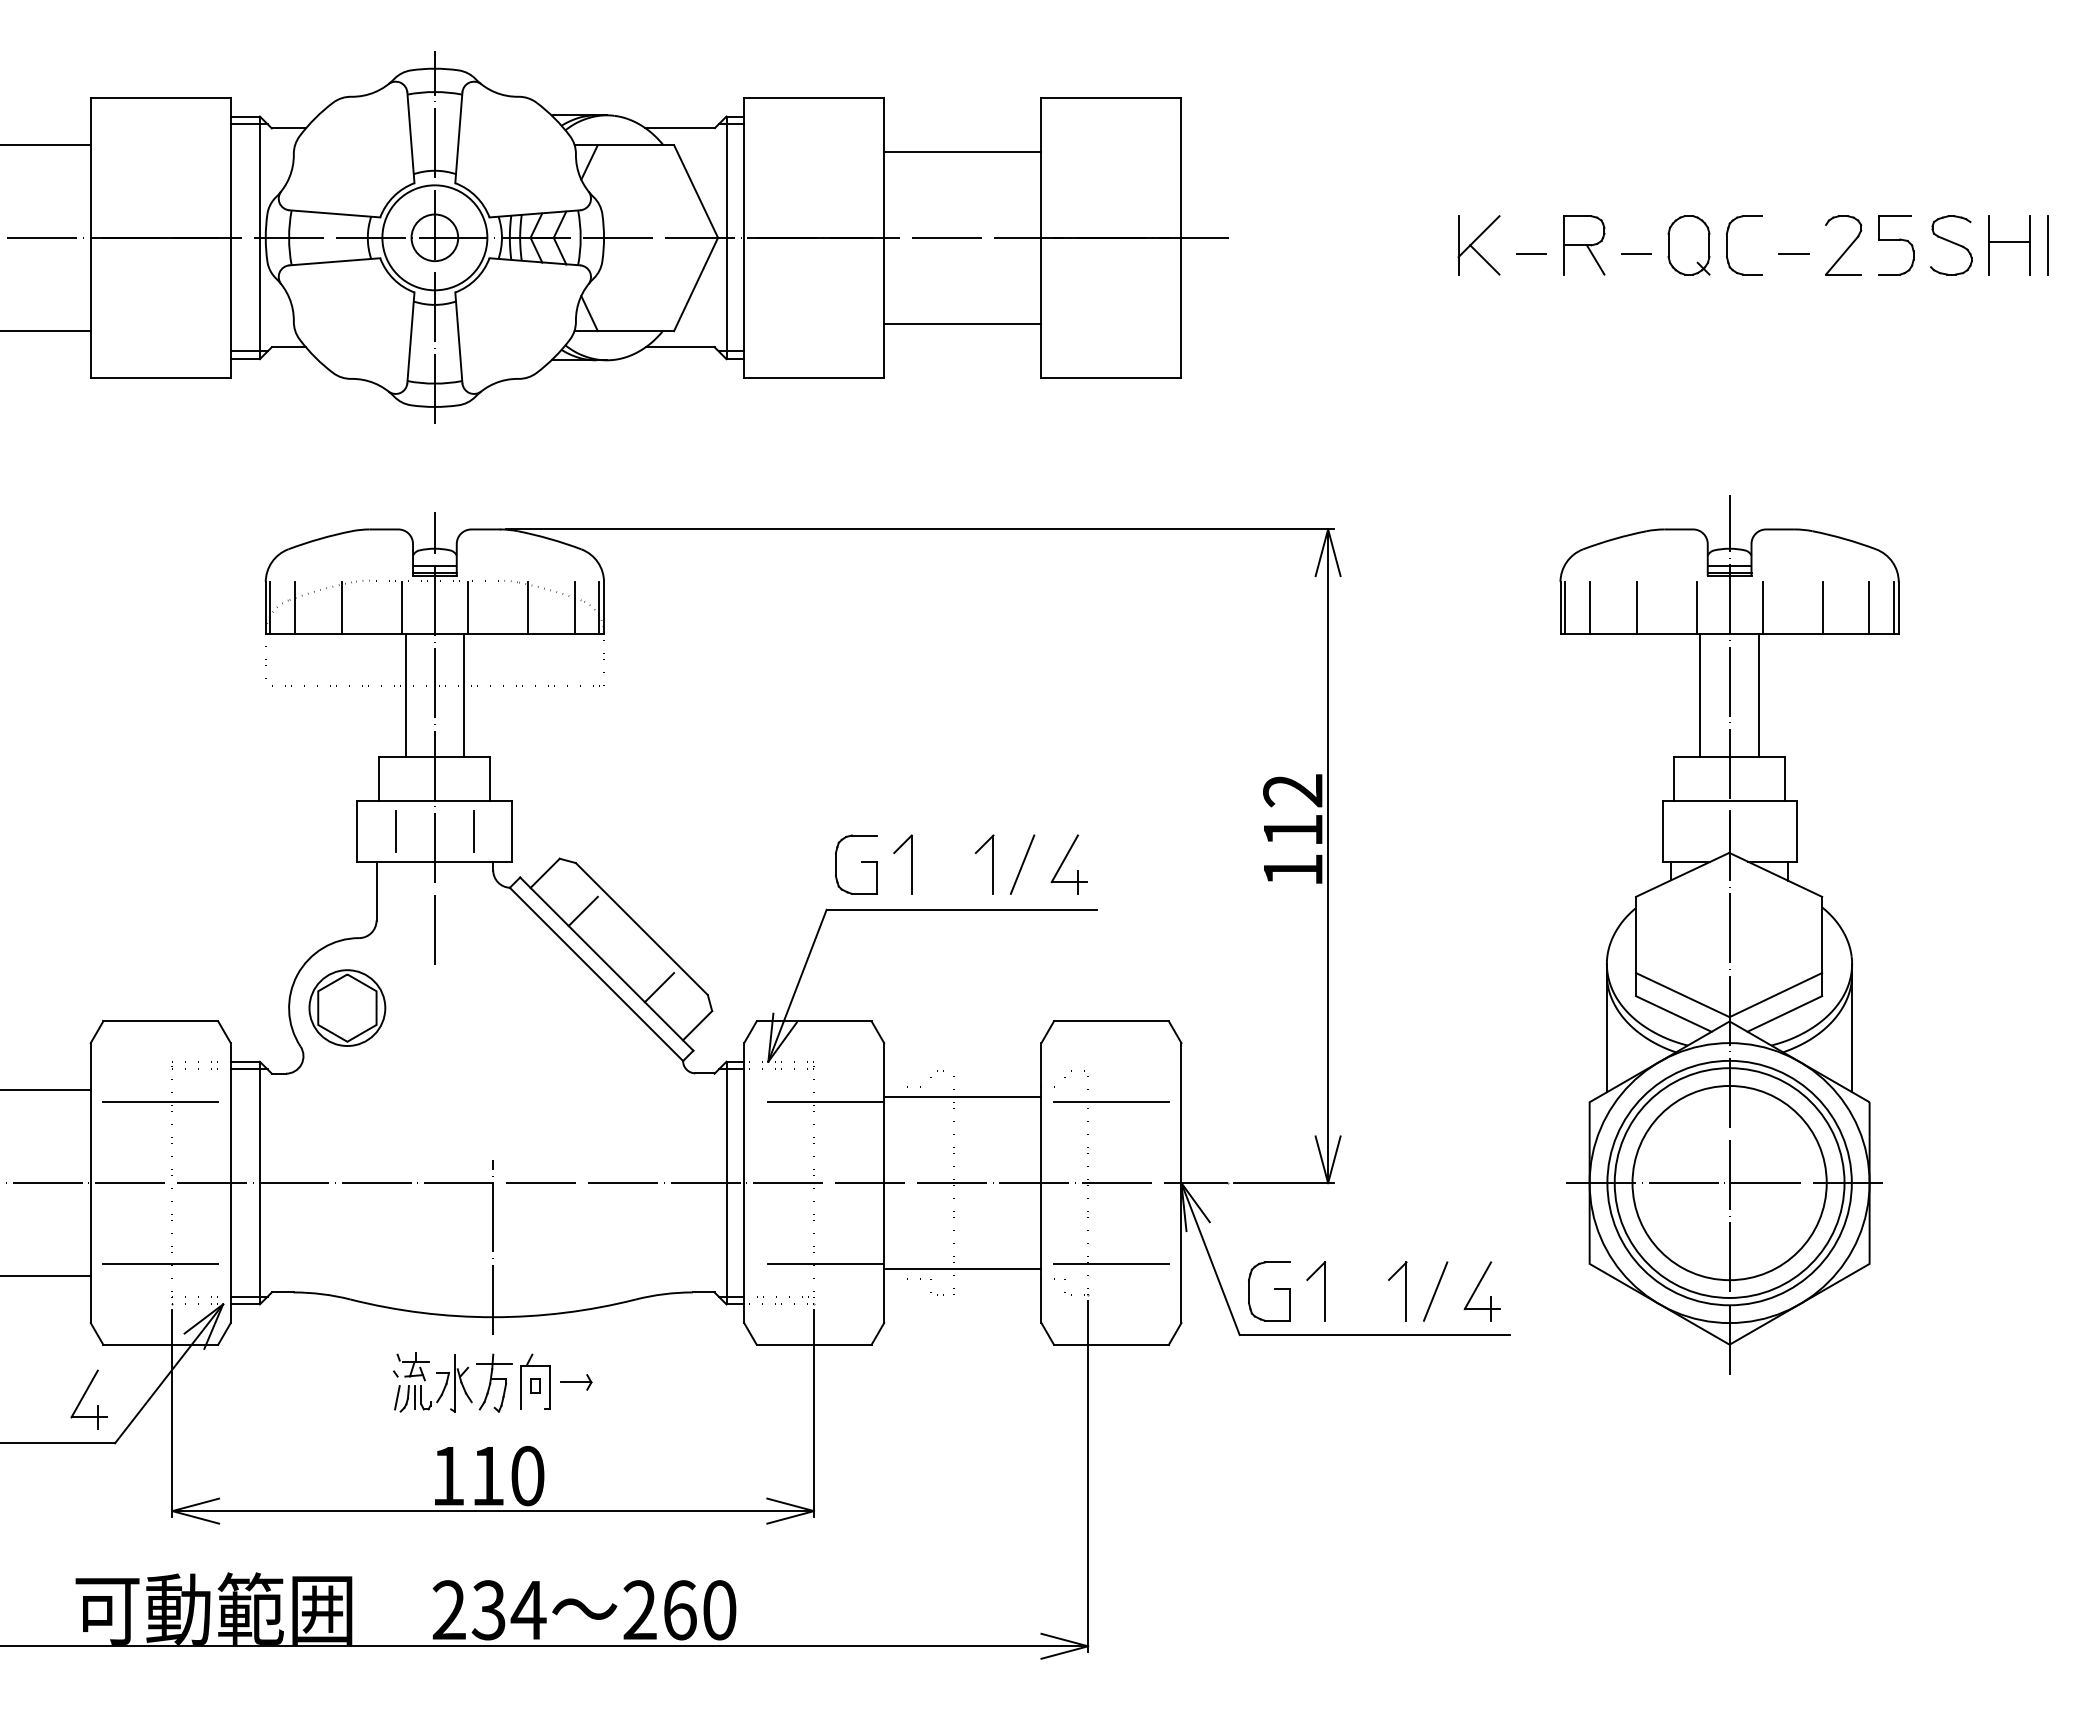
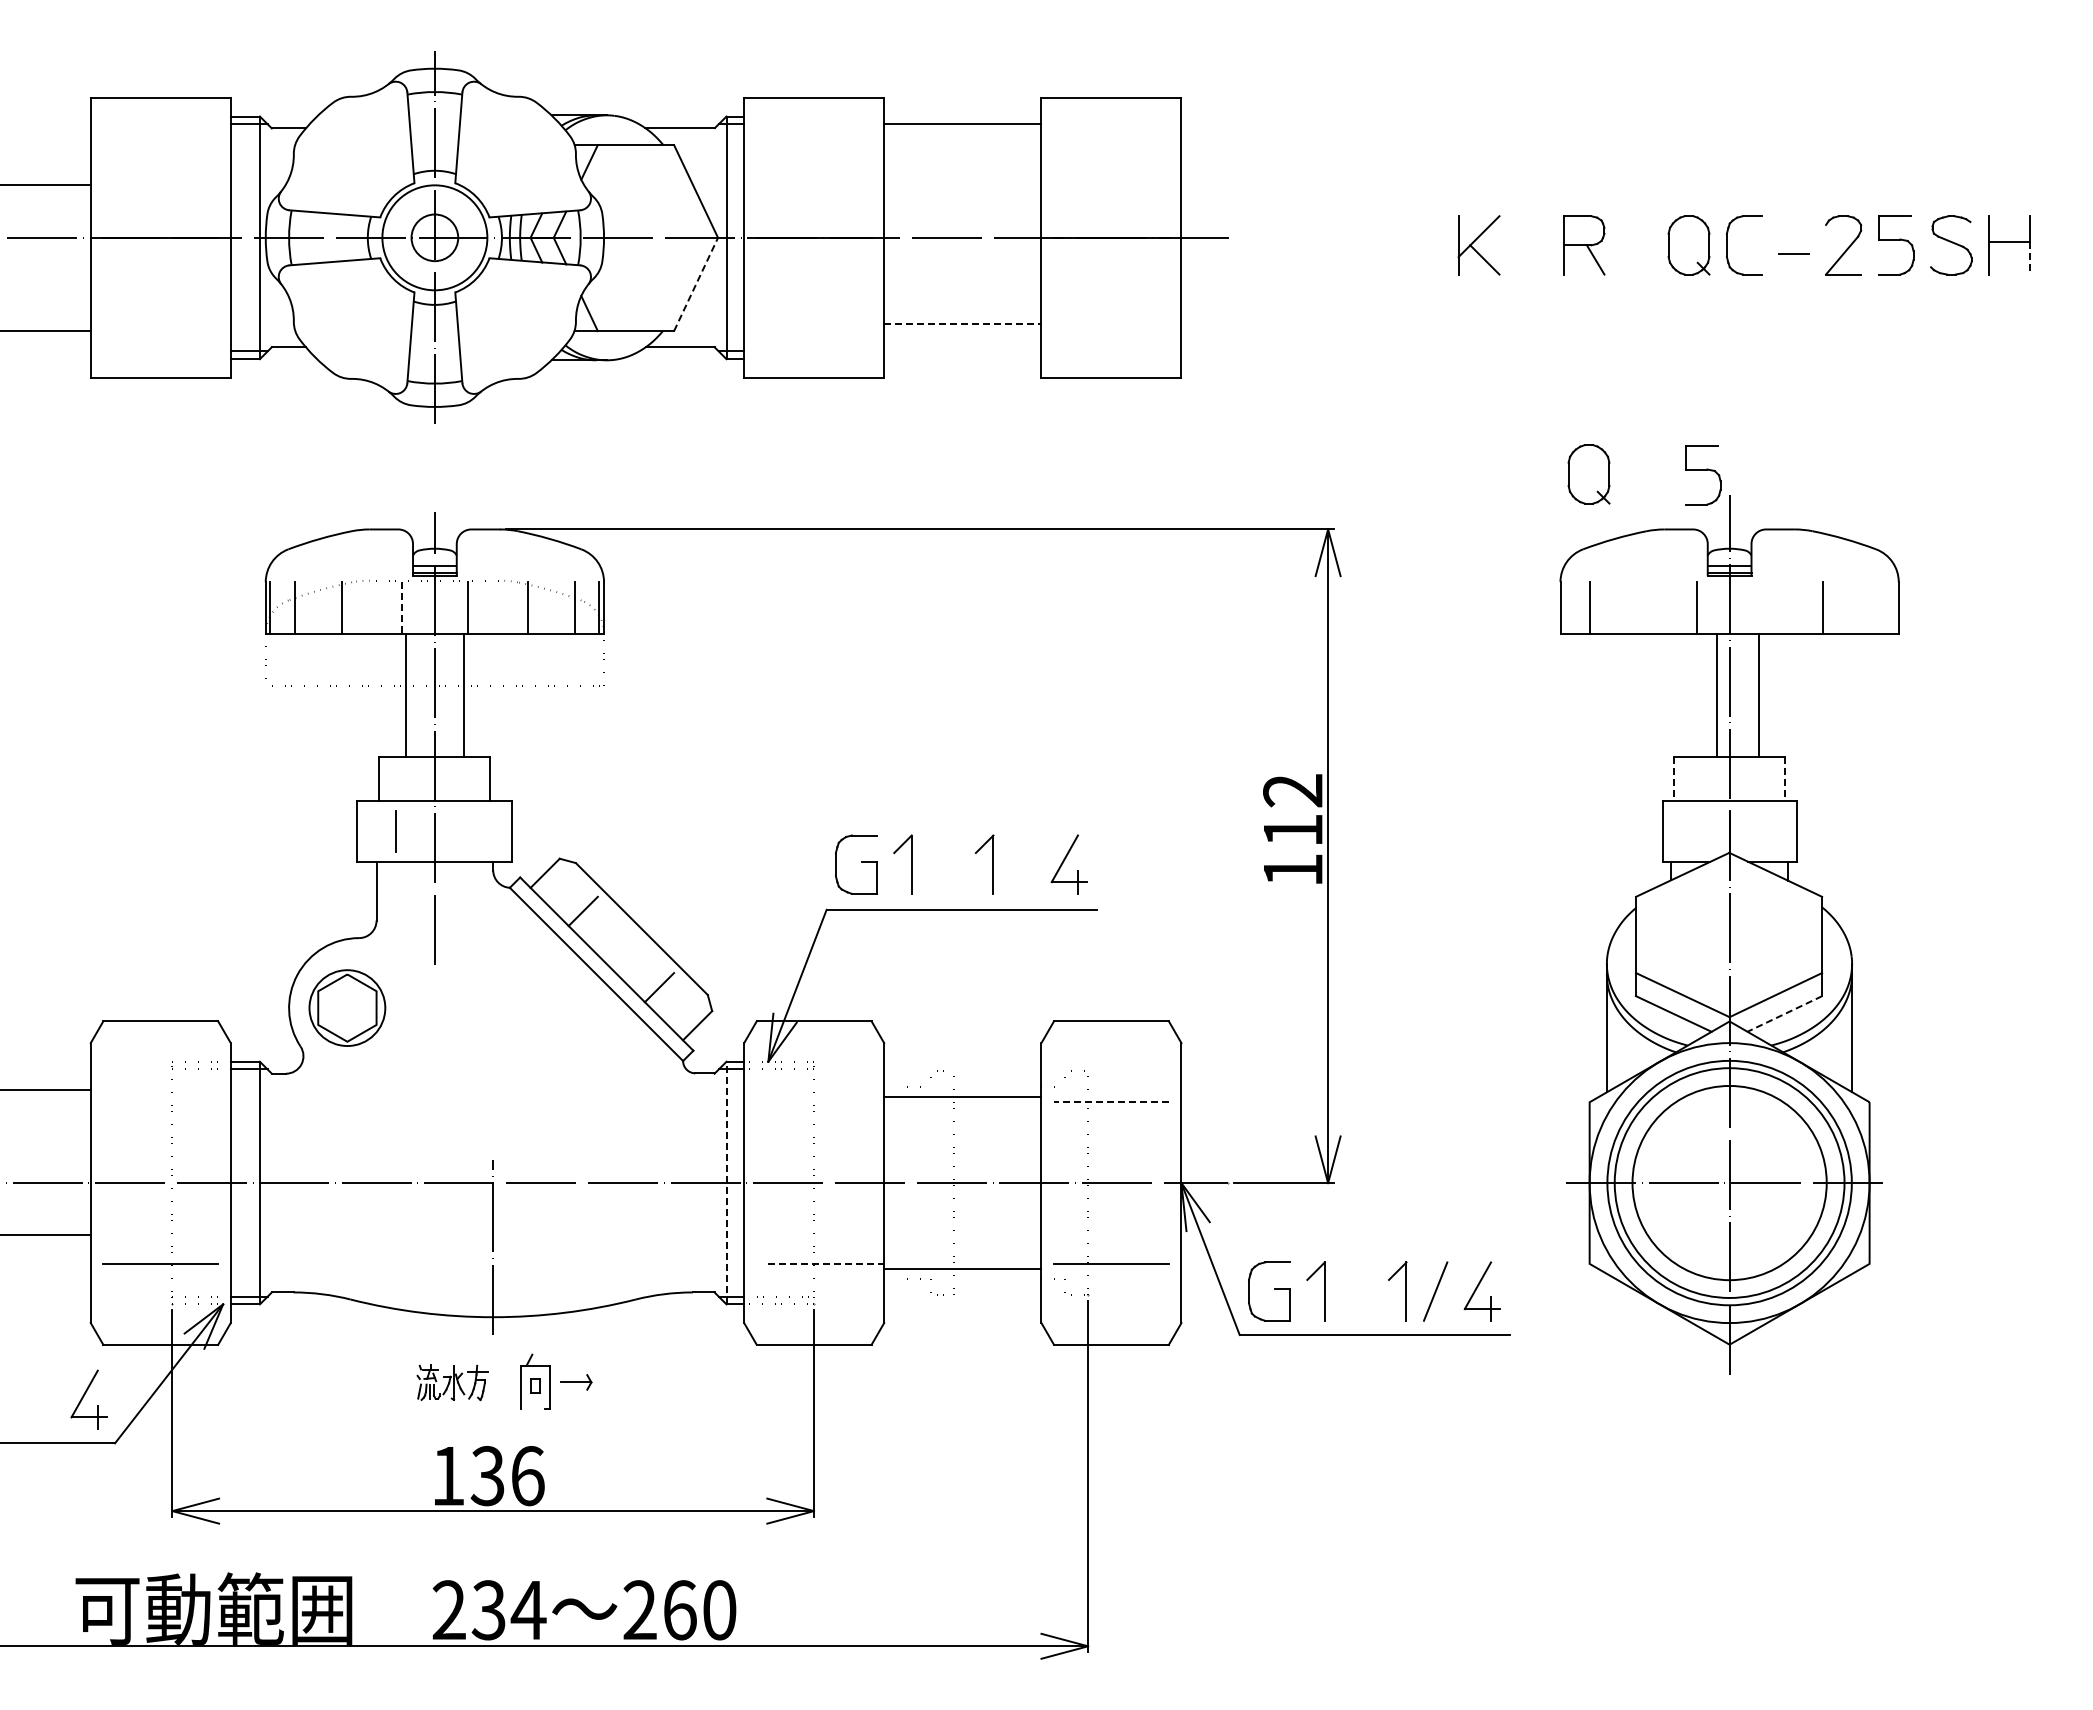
line at (46, 144) position: (46, 144) -> (46, 184)
line at (962, 151) position: (962, 151) -> (962, 123)
line at (2047, 245): present -> none
line at (1531, 253): present -> none
line at (1636, 253): present -> none
line at (2030, 258): solid -> dashed
line at (696, 284): solid -> dashed
line at (962, 324): solid -> dashed
part at (1588, 474): none -> present
part at (1703, 475): none -> present
line at (401, 608): solid -> dashed
line at (1565, 608): present -> none
line at (1636, 608): present -> none
line at (1762, 608): present -> none
line at (1869, 608): present -> none
line at (1894, 608): present -> none
line at (1700, 695) position: (1700, 695) -> (1717, 695)
line at (1674, 778): solid -> dashed
line at (1785, 778): solid -> dashed
line at (473, 831): present -> none
line at (1022, 864): present -> none
line at (1784, 1014): solid -> dashed
line at (160, 1102): present -> none
line at (825, 1102): present -> none
line at (1110, 1102): solid -> dashed
line at (726, 1182): solid -> dashed
line at (826, 1263): solid -> dashed
line at (46, 1276) position: (46, 1276) -> (46, 1235)
part at (452, 1382) size: 120x61 px -> 73x38 px
text at (507, 1476): 110 -> 136
